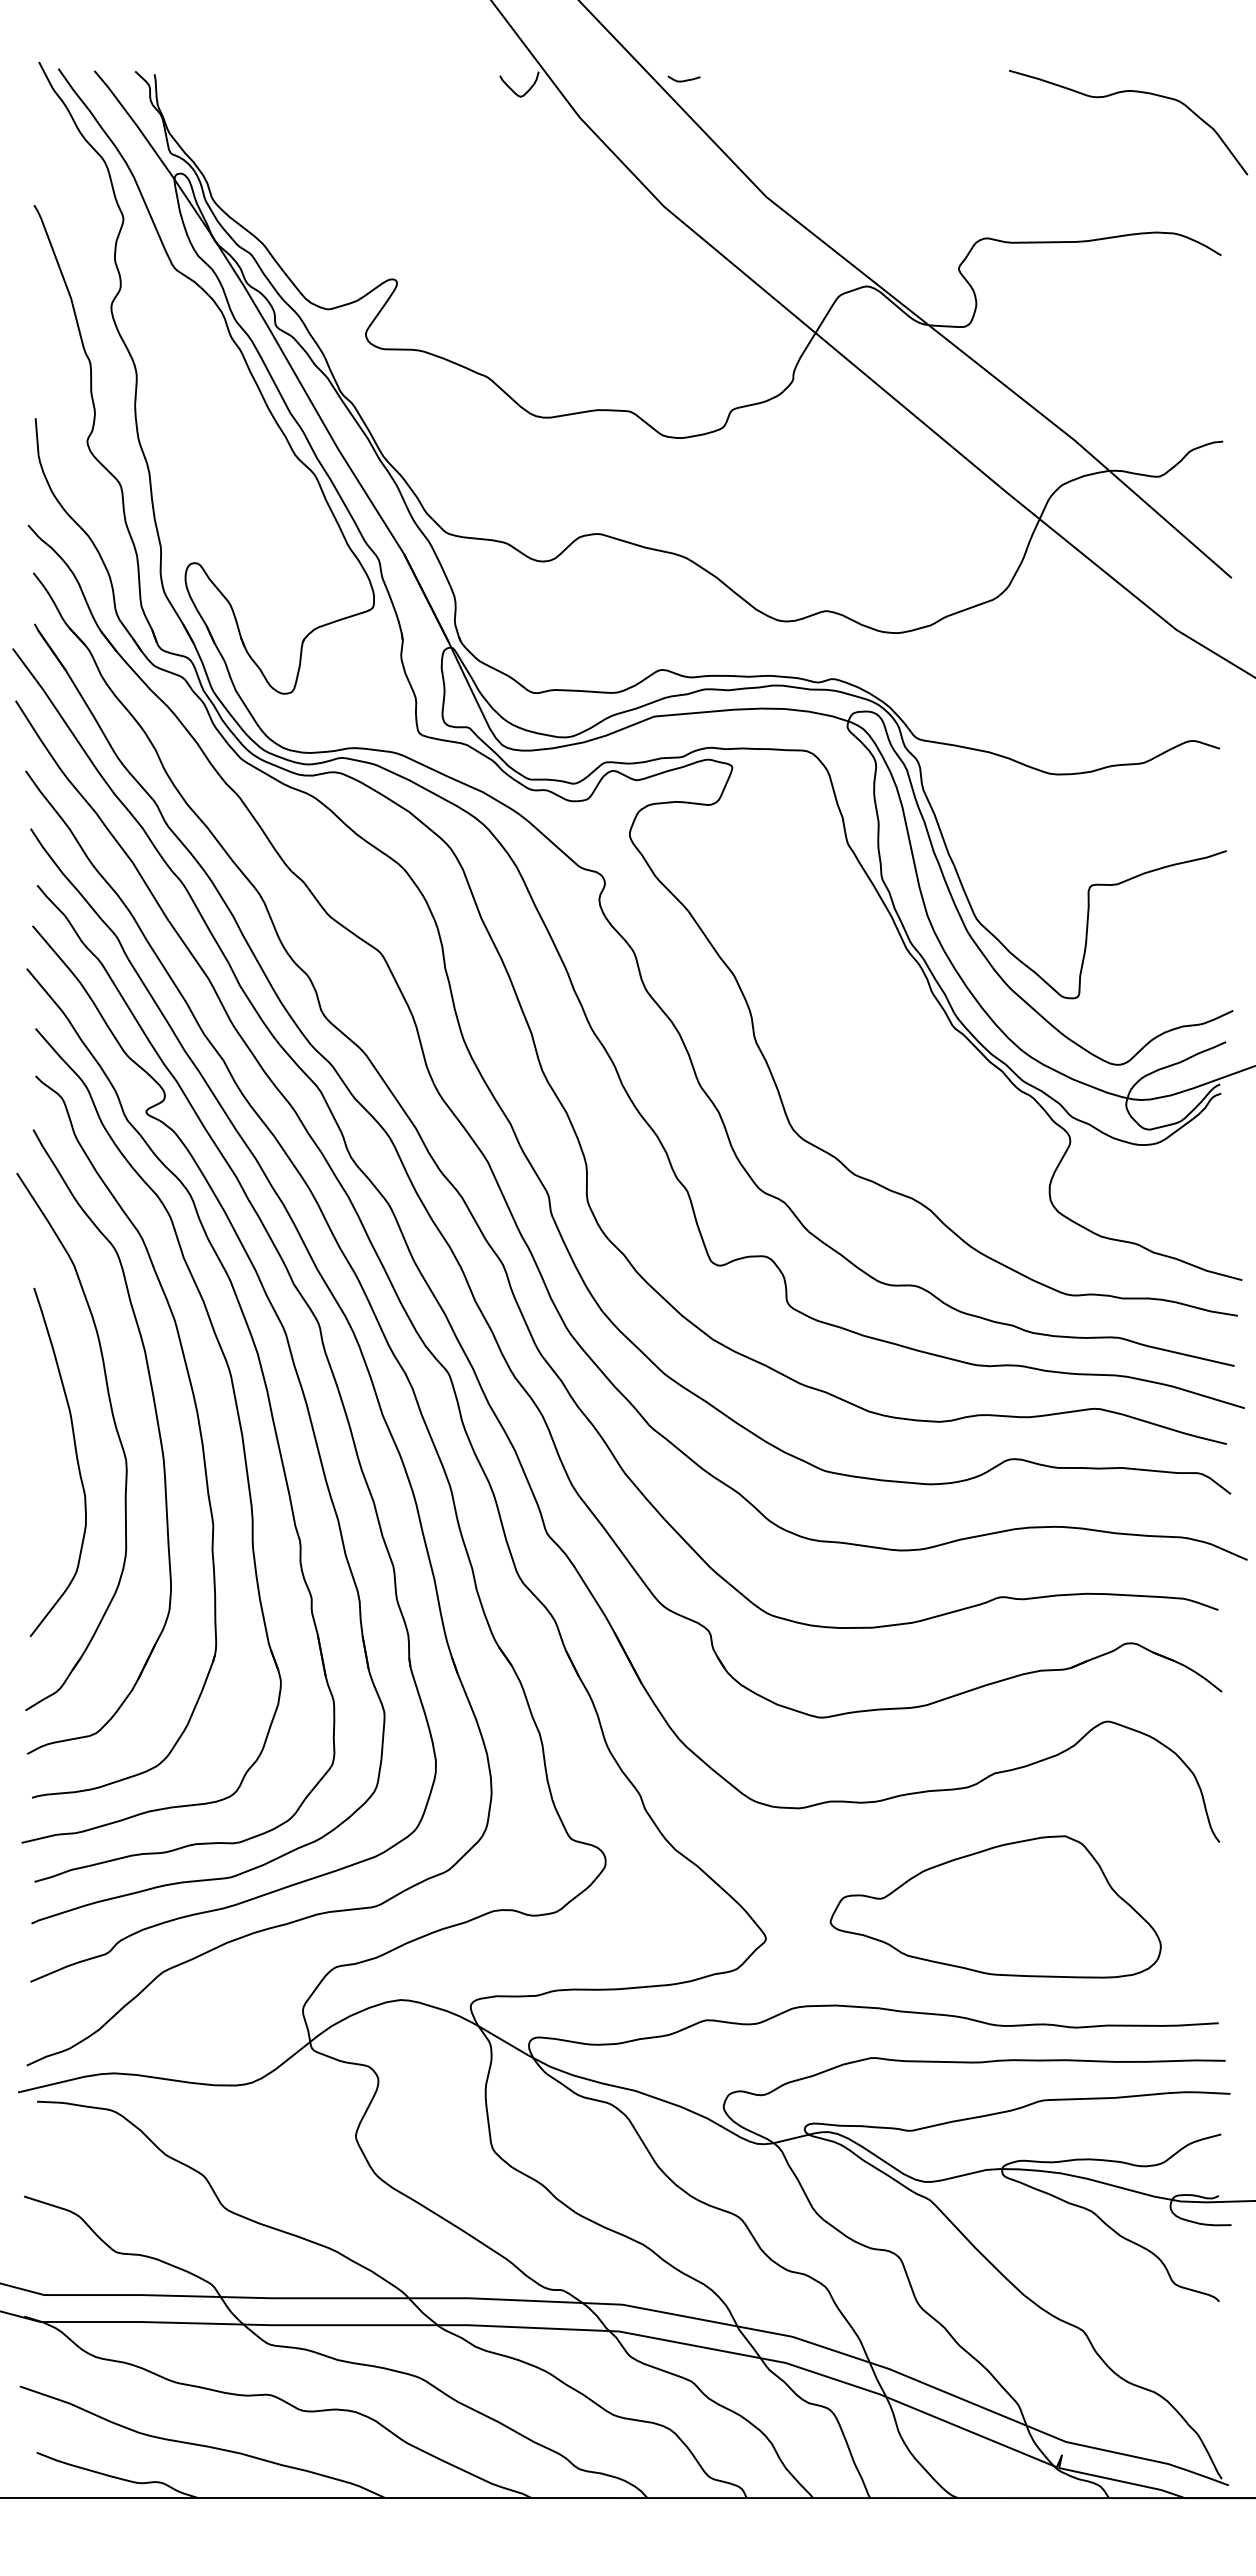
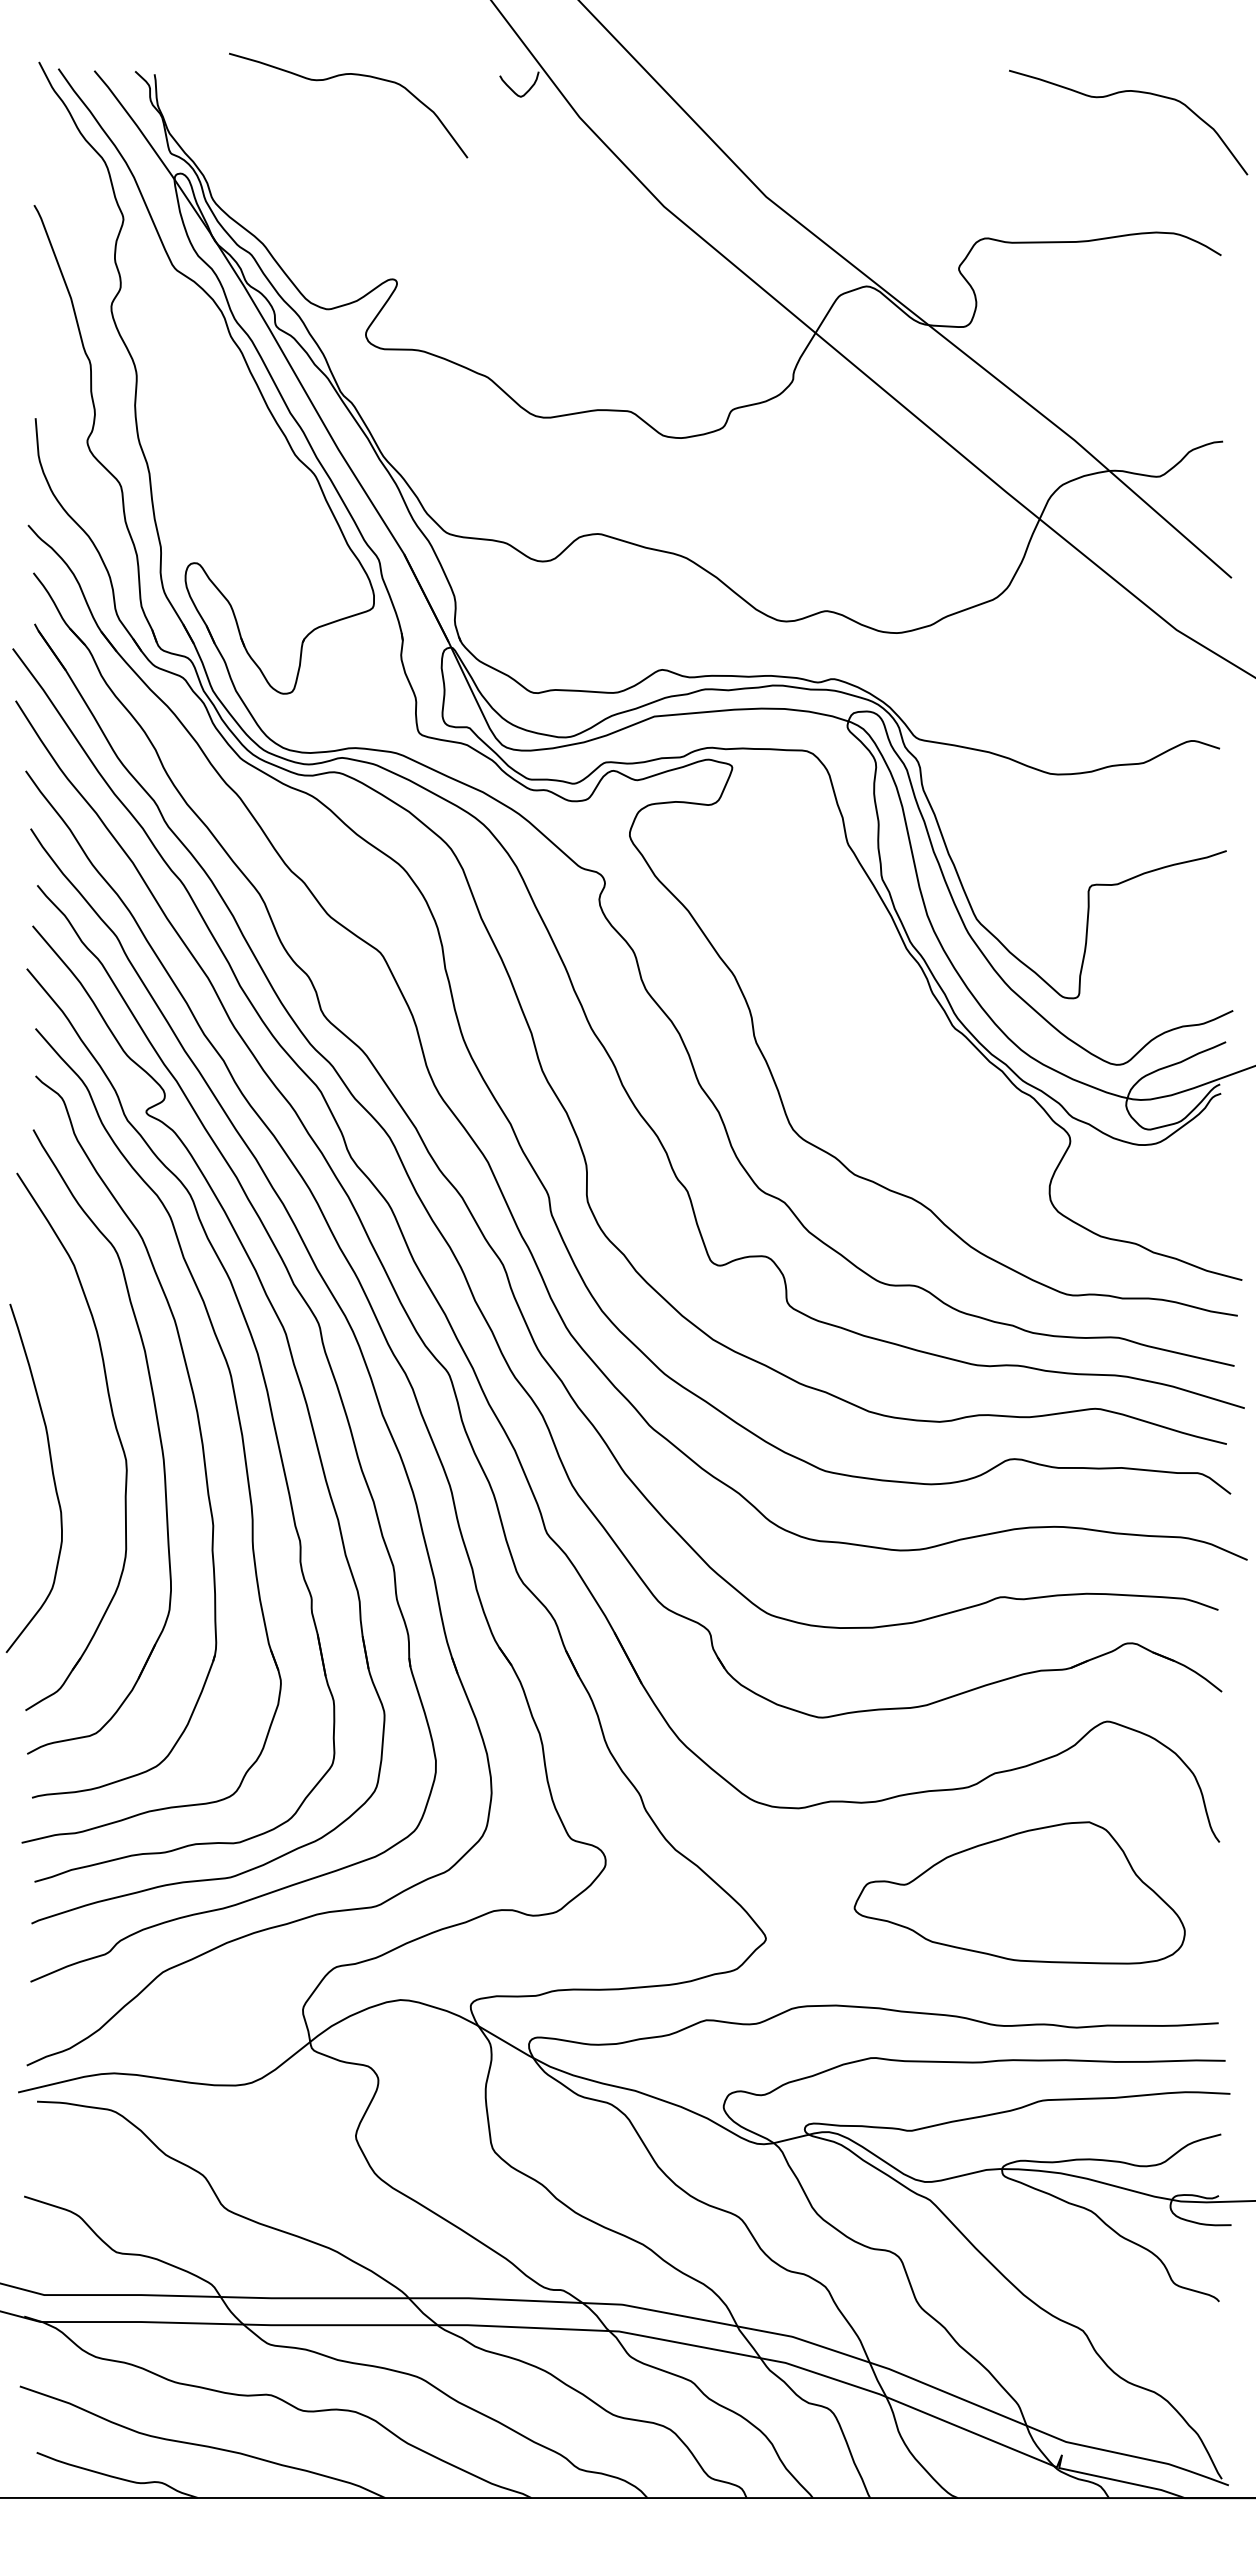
curve at (345, 75): none -> present
curve at (683, 80): present -> none
curve at (75, 1455) position: (75, 1455) -> (51, 1471)
part at (995, 1906) position: (995, 1906) -> (1019, 1892)
